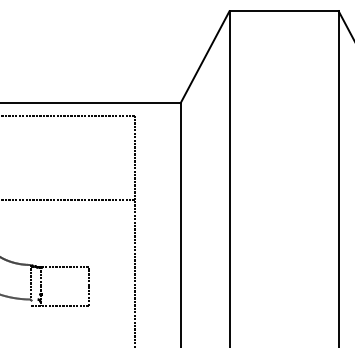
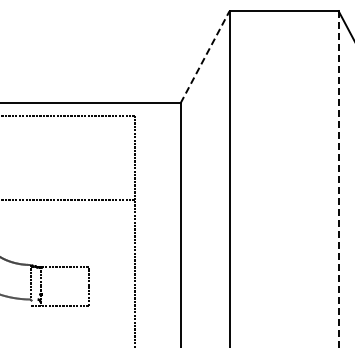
line at (205, 56): solid -> dashed
line at (338, 179): solid -> dashed
